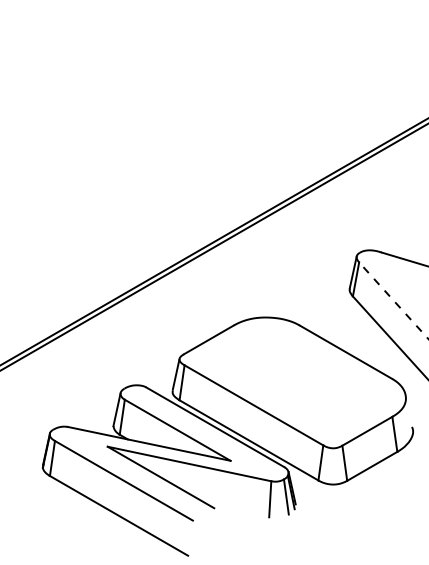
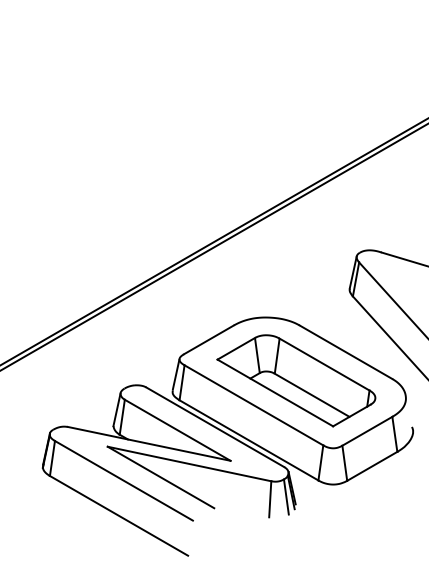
line at (393, 300): dashed -> solid
part at (296, 380): none -> present
